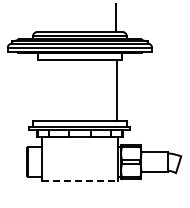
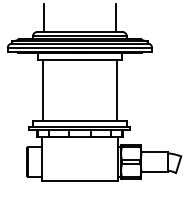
line at (43, 18): none -> present
line at (42, 89): none -> present
line at (80, 180): dashed -> solid
